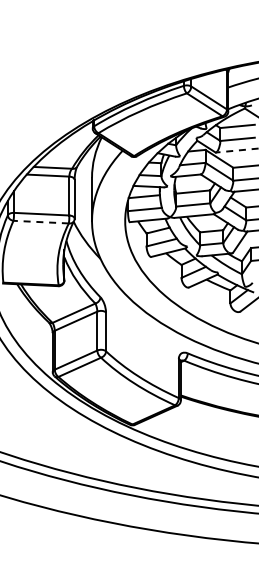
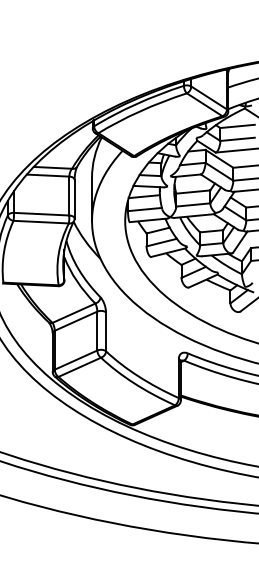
line at (236, 150): dashed -> solid
line at (41, 222): dashed -> solid
